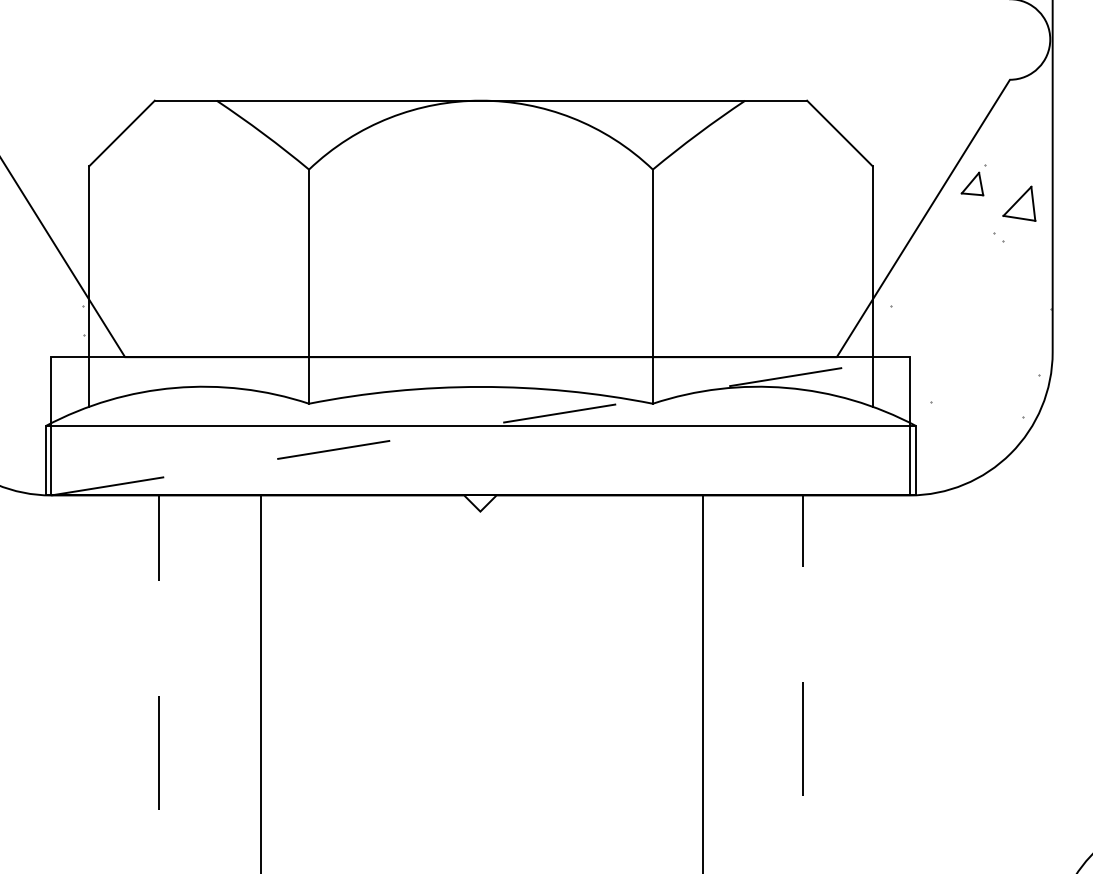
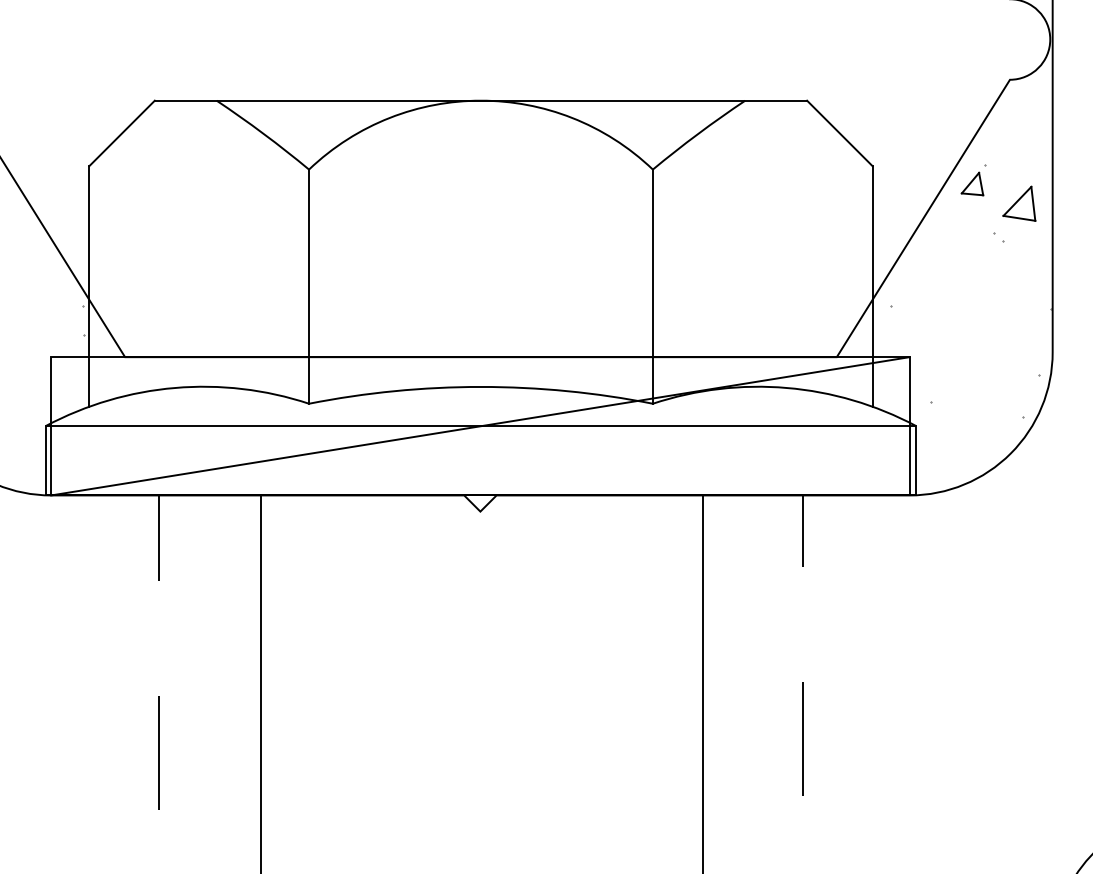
line at (480, 426): dashed -> solid
